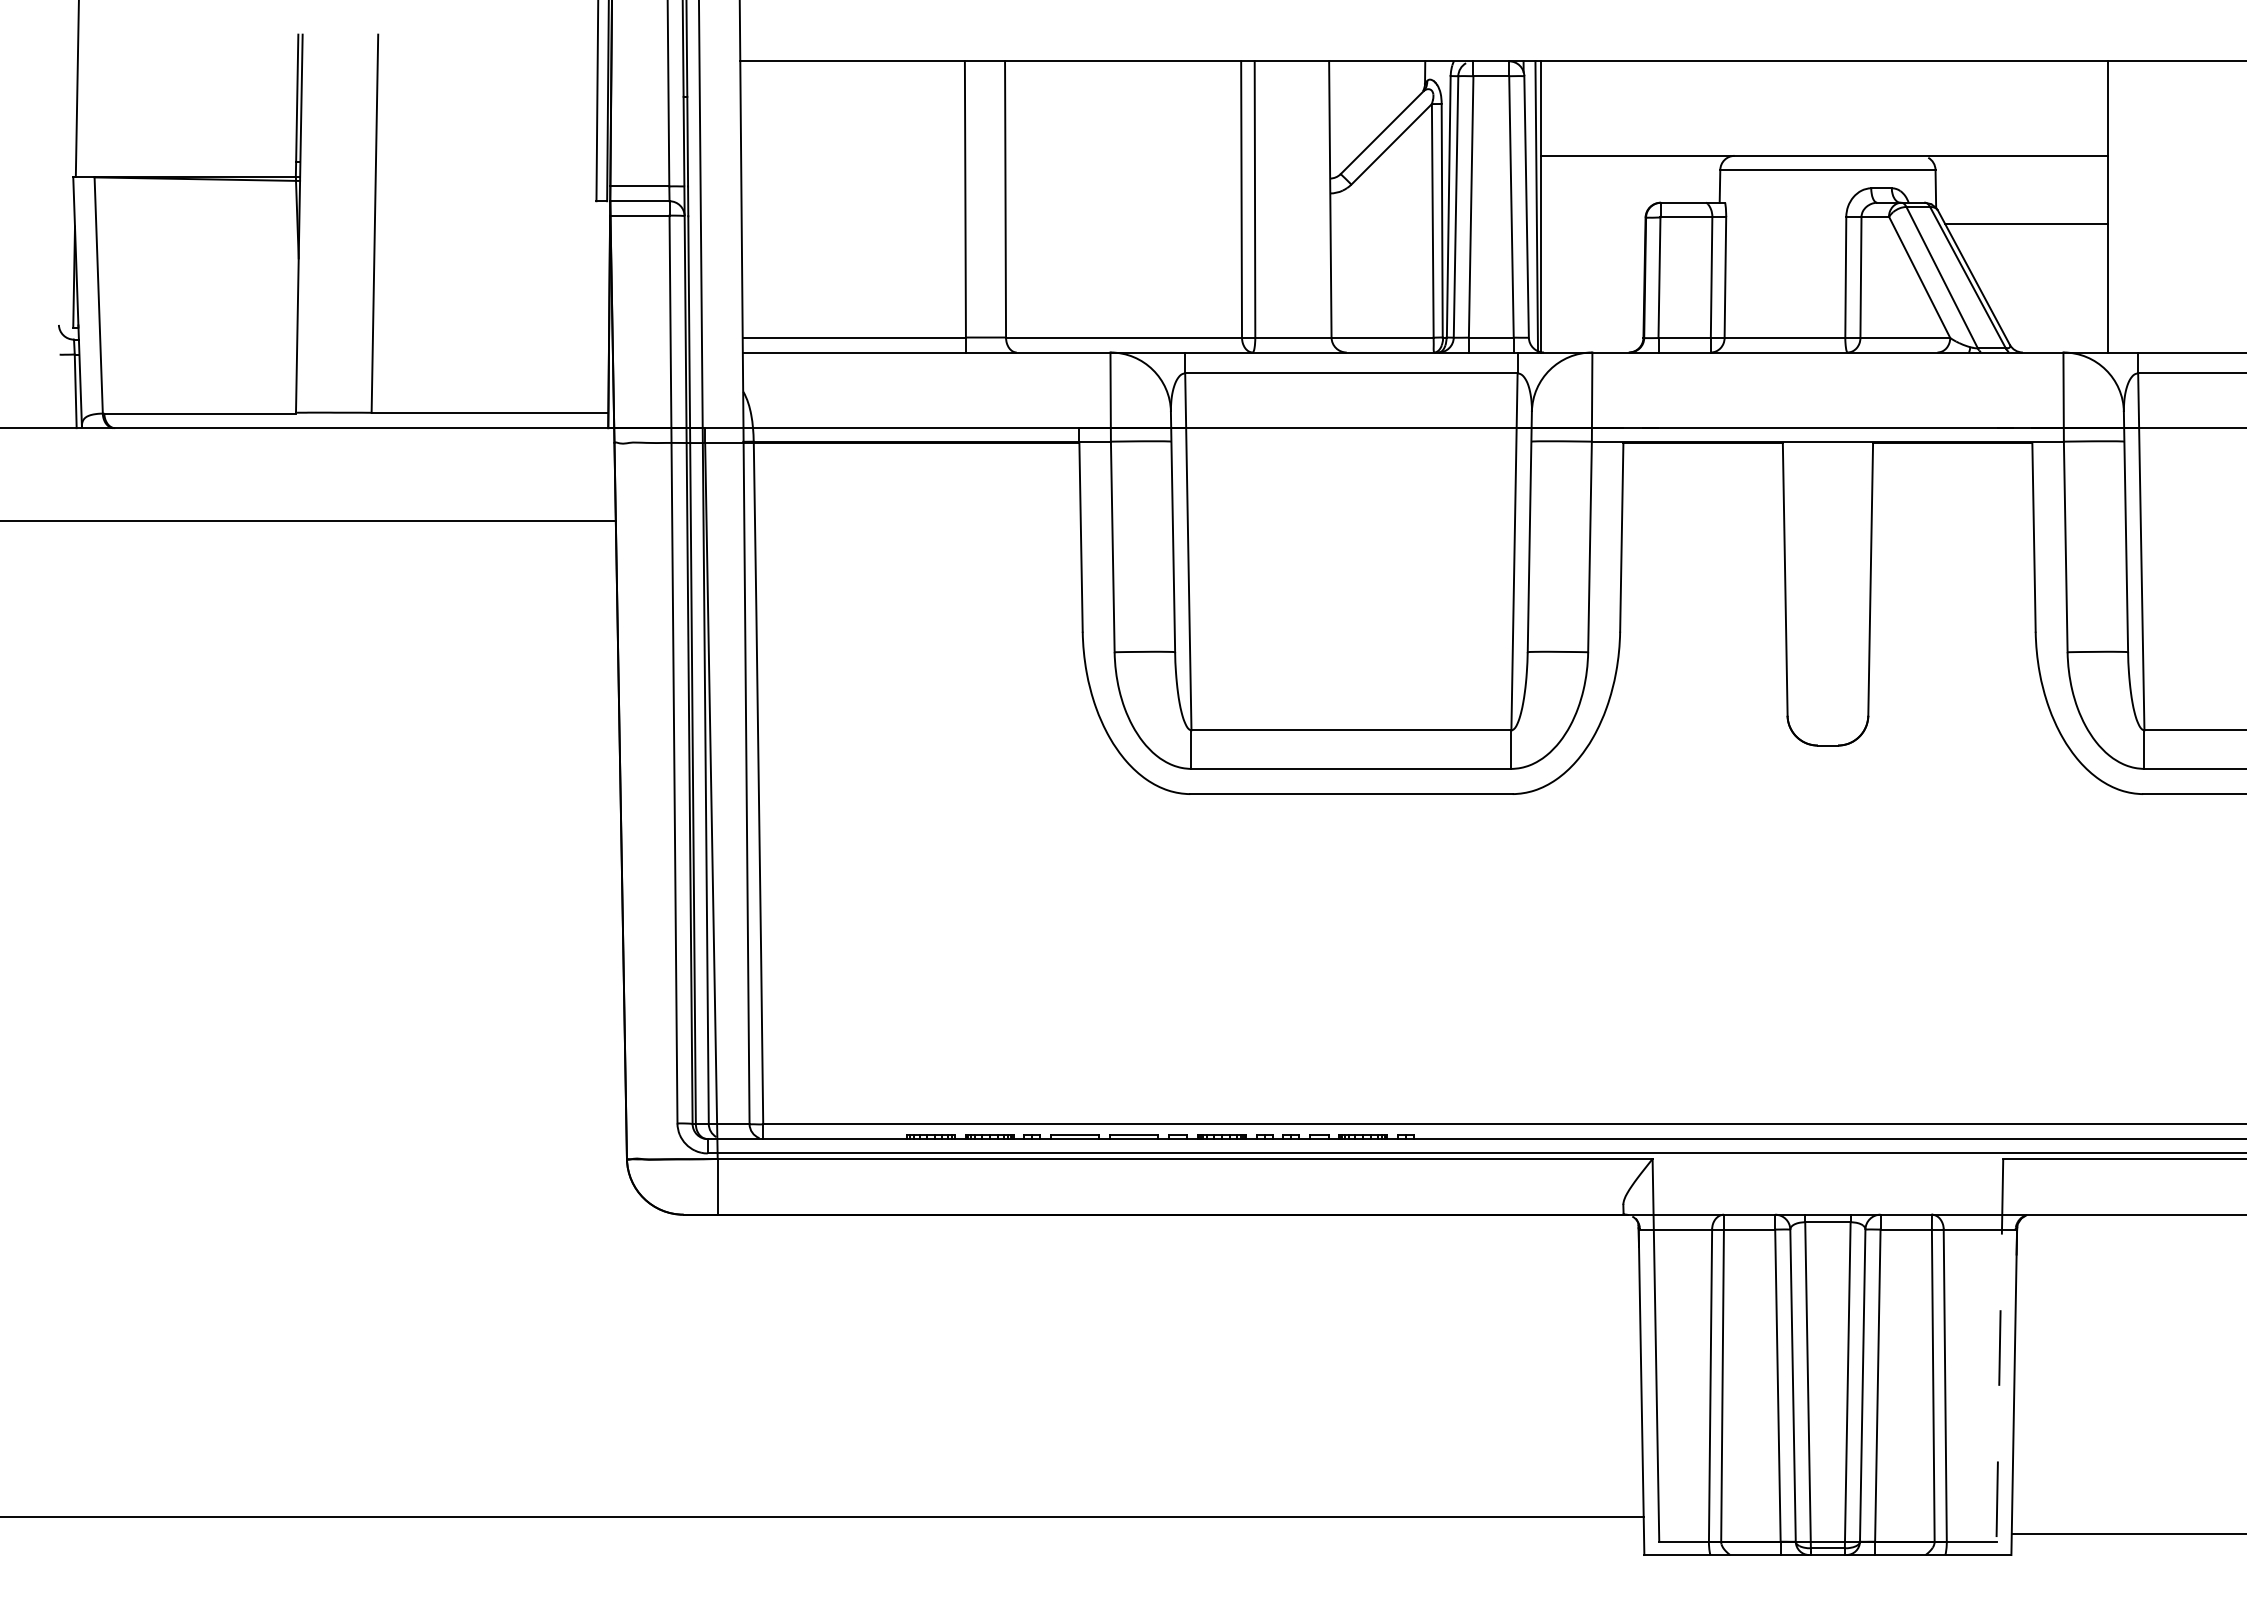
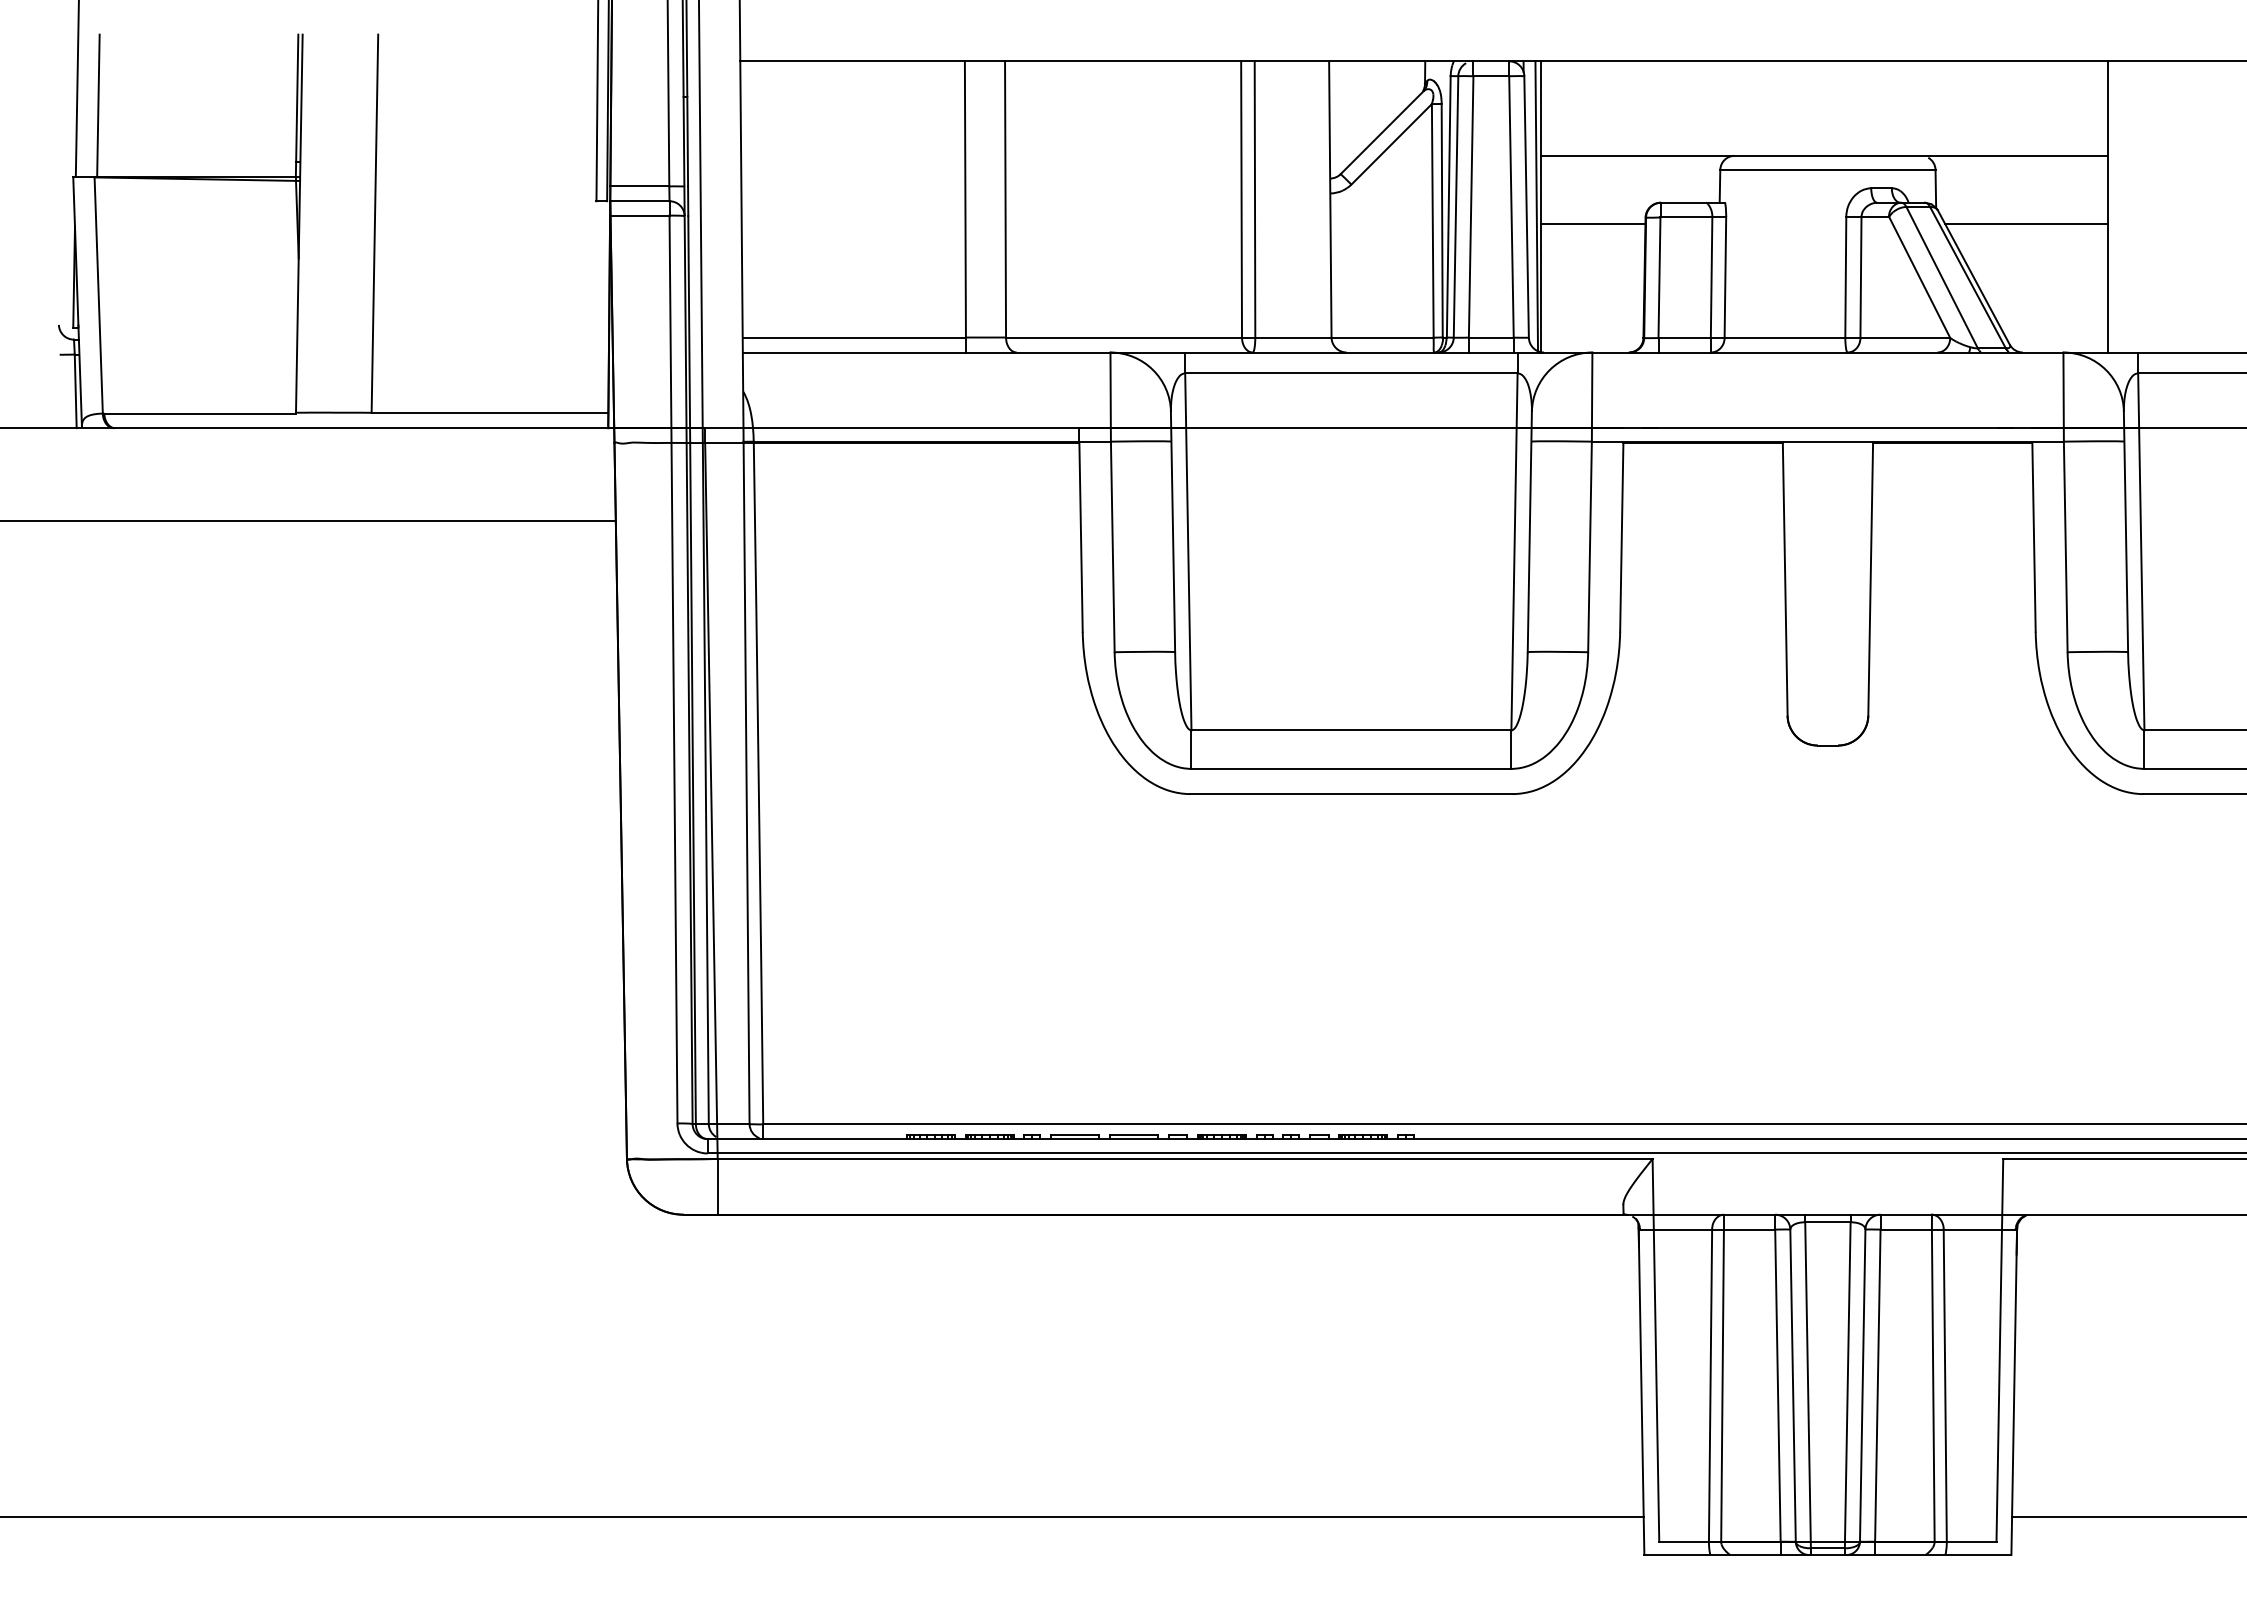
line at (98, 105): none -> present
line at (1592, 223): none -> present
line at (1999, 1350): dashed -> solid
line at (2127, 1534) position: (2127, 1534) -> (2127, 1517)
